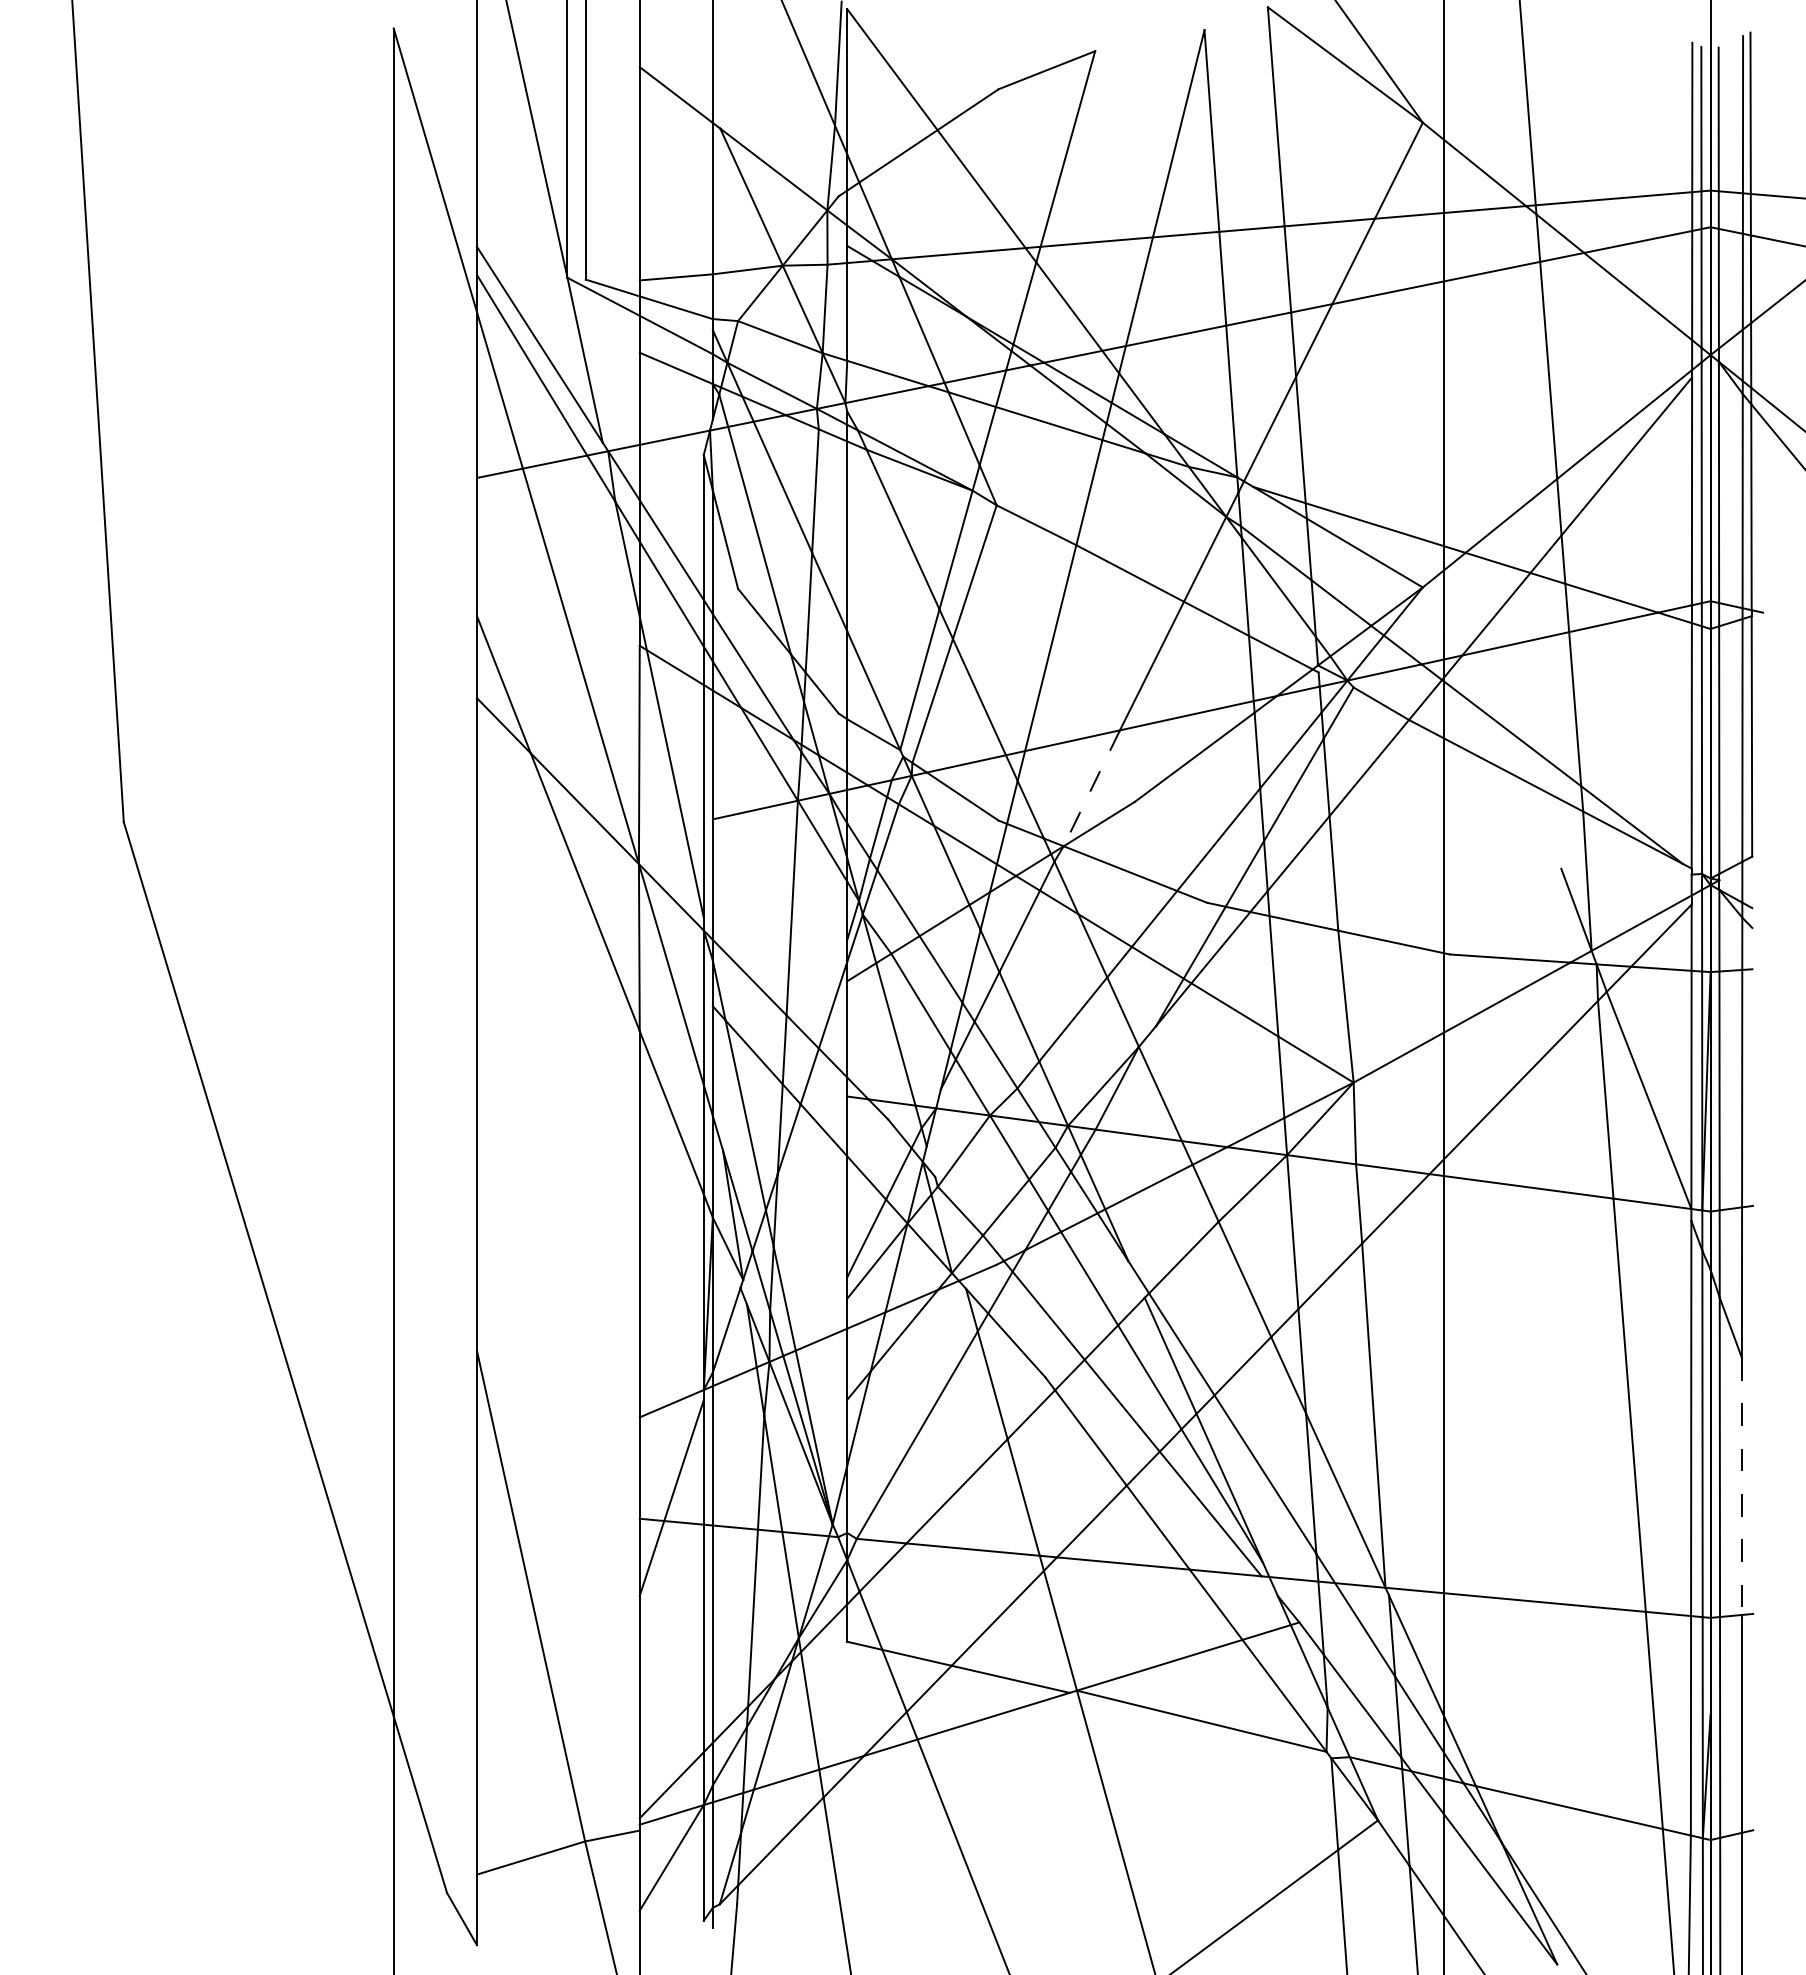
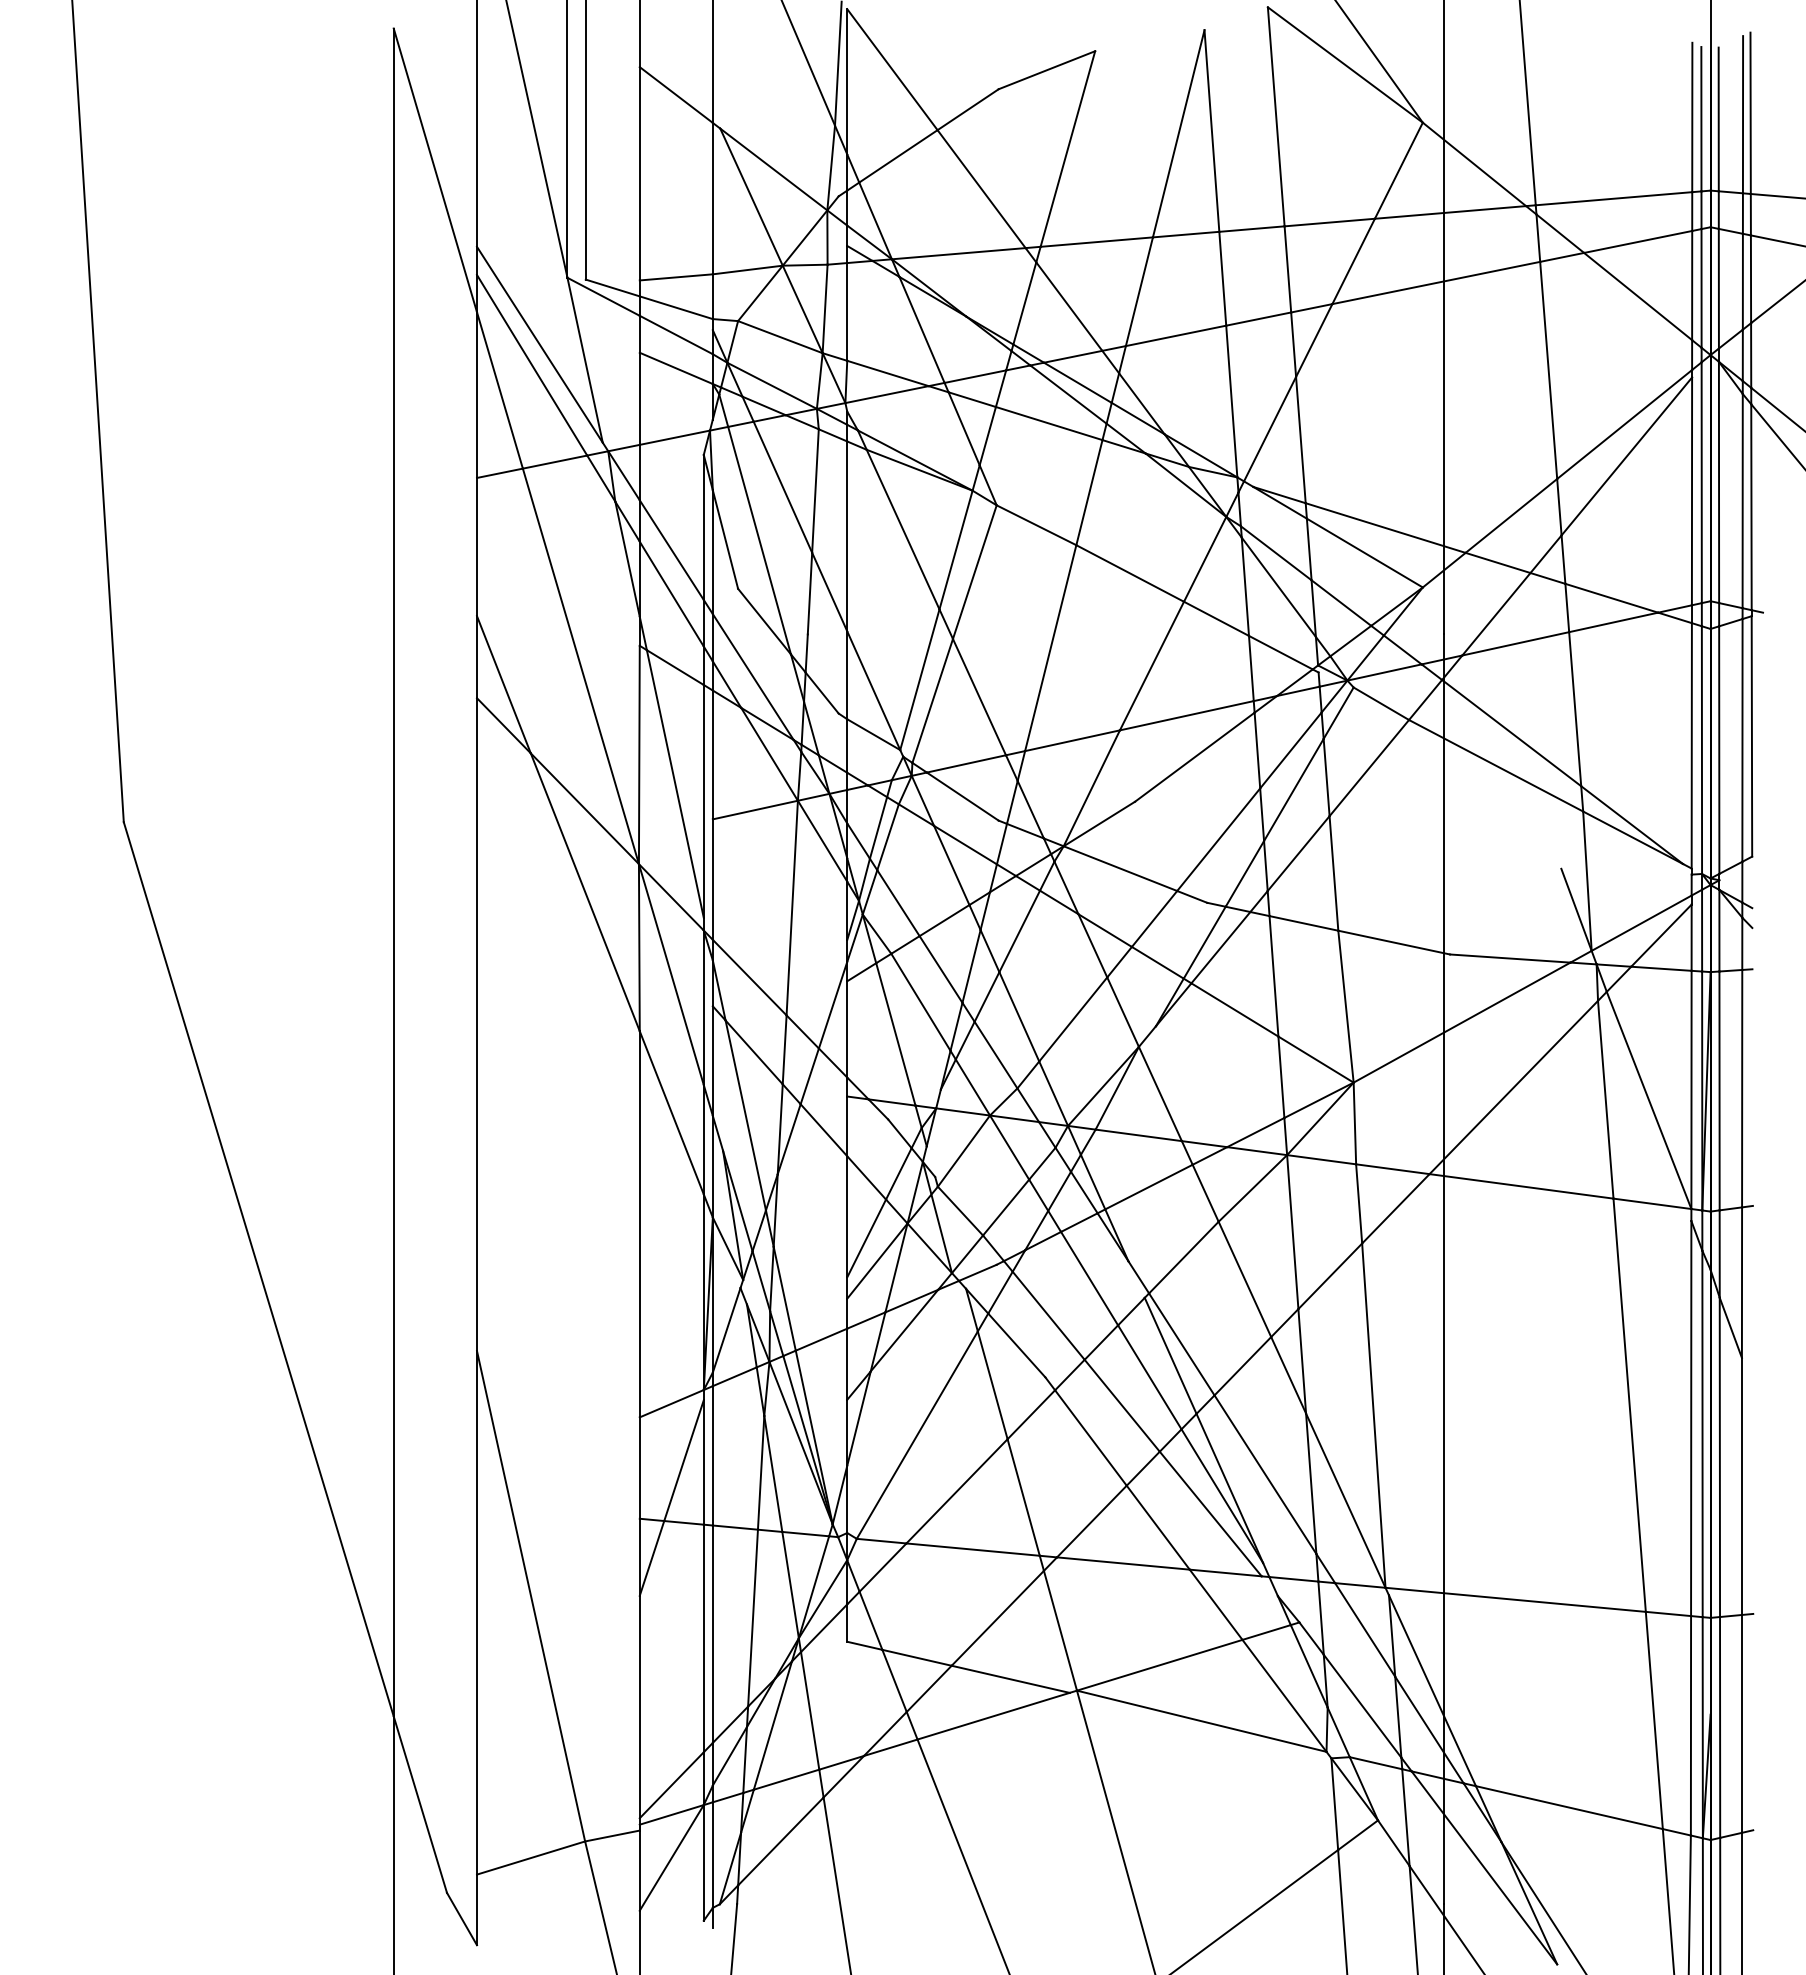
line at (1091, 788): dashed -> solid
line at (1741, 1486): dashed -> solid
